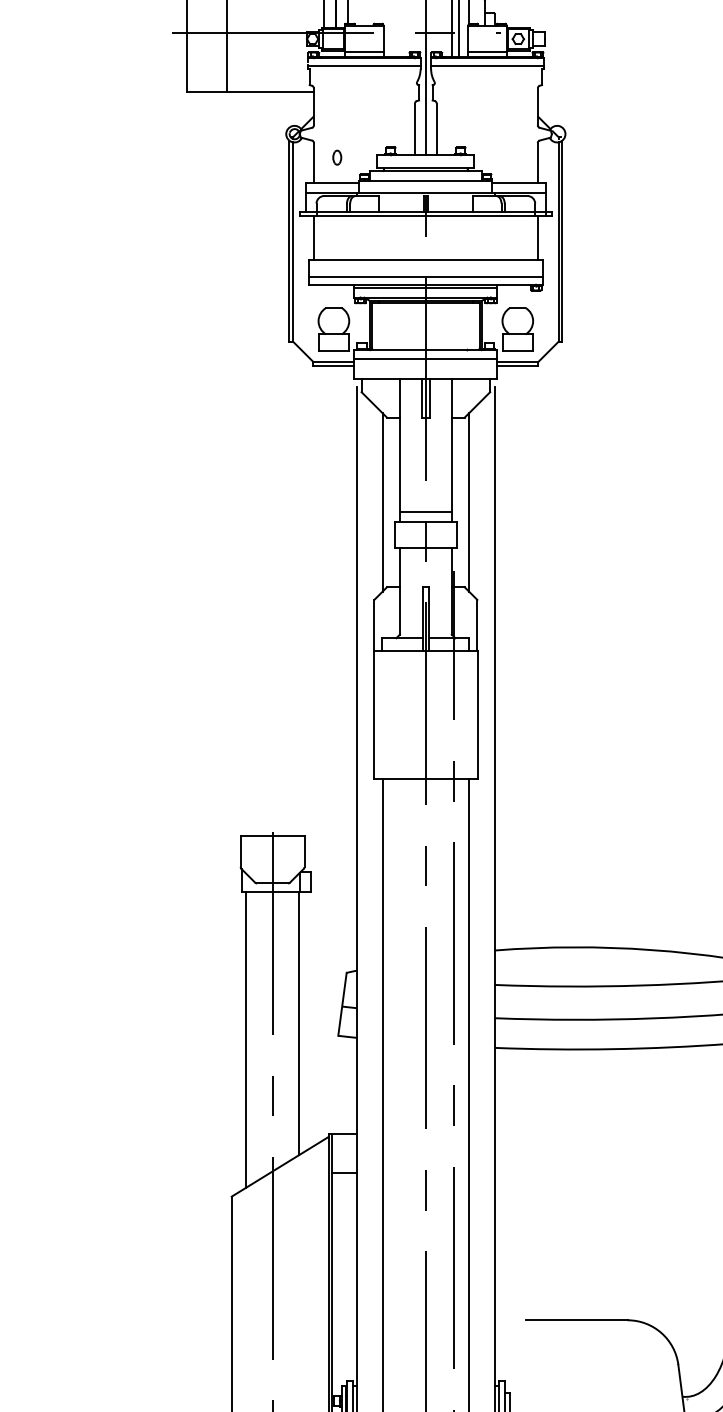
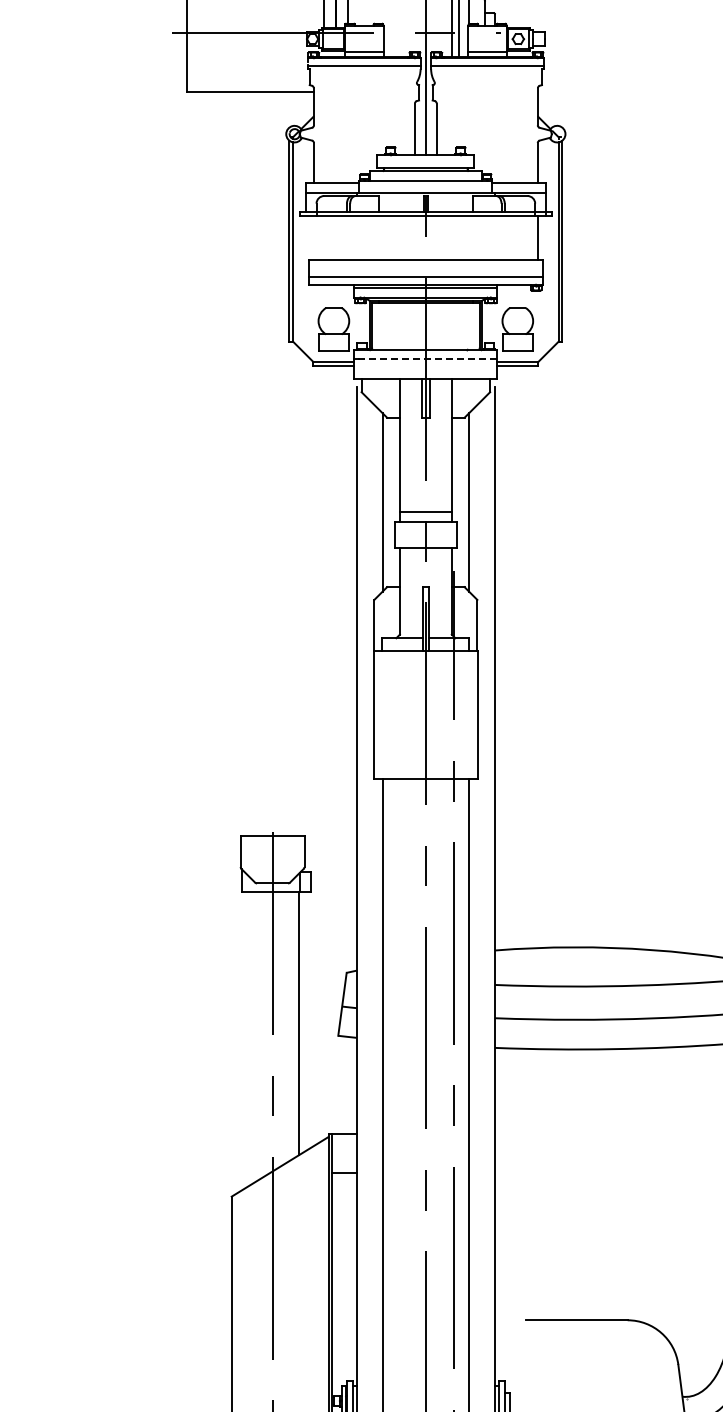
line at (226, 46): present -> none
part at (337, 157): present -> none
line at (313, 238): present -> none
line at (425, 359): solid -> dashed
line at (245, 1040): present -> none
